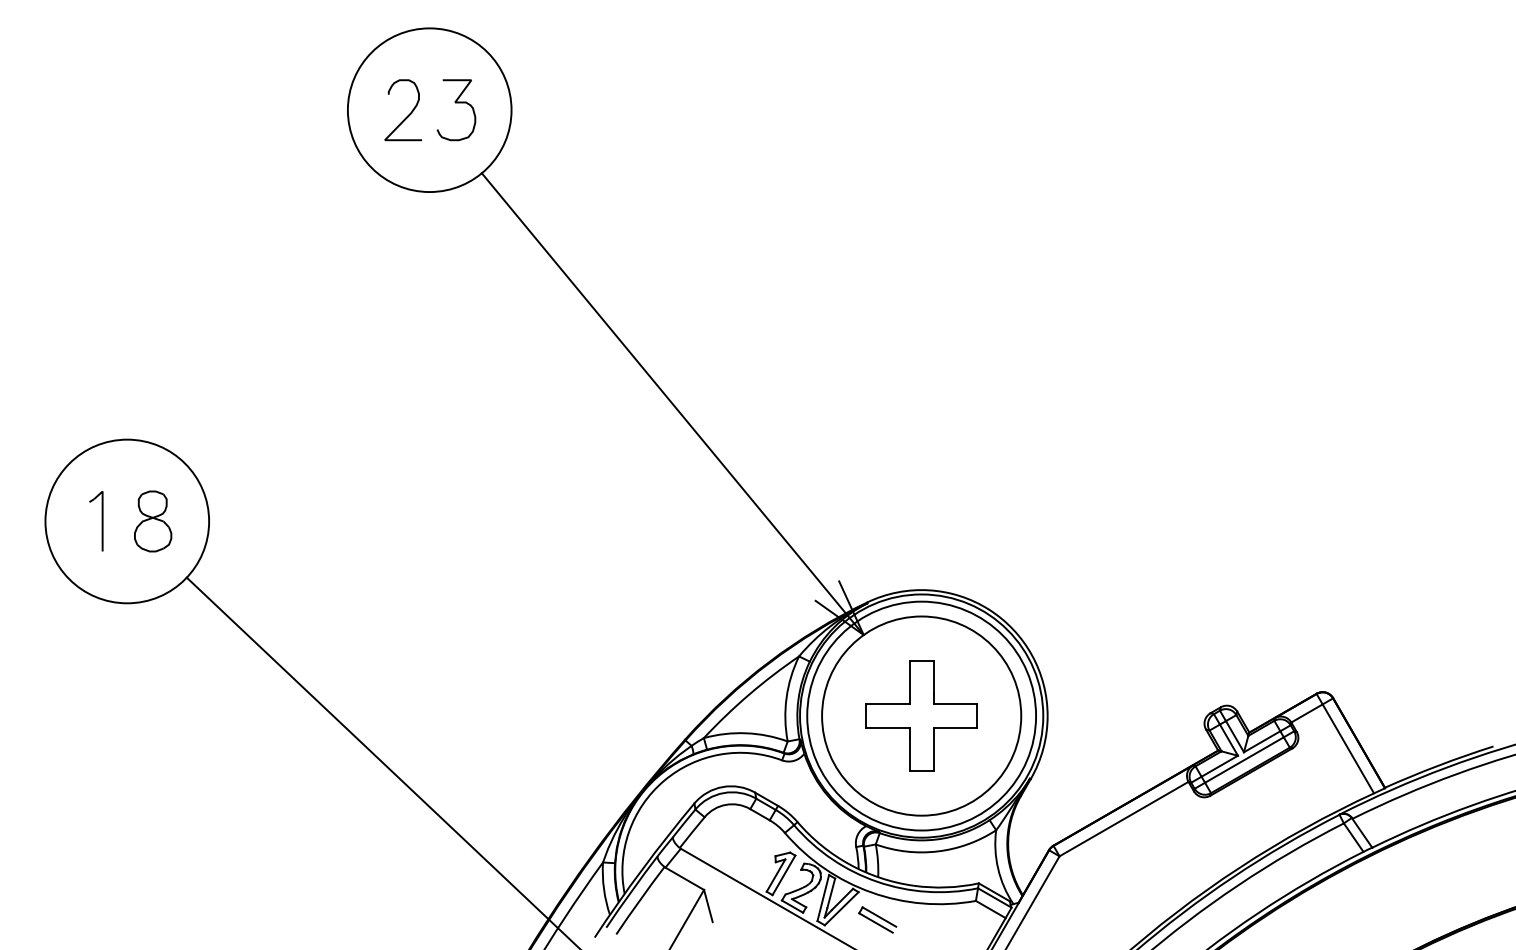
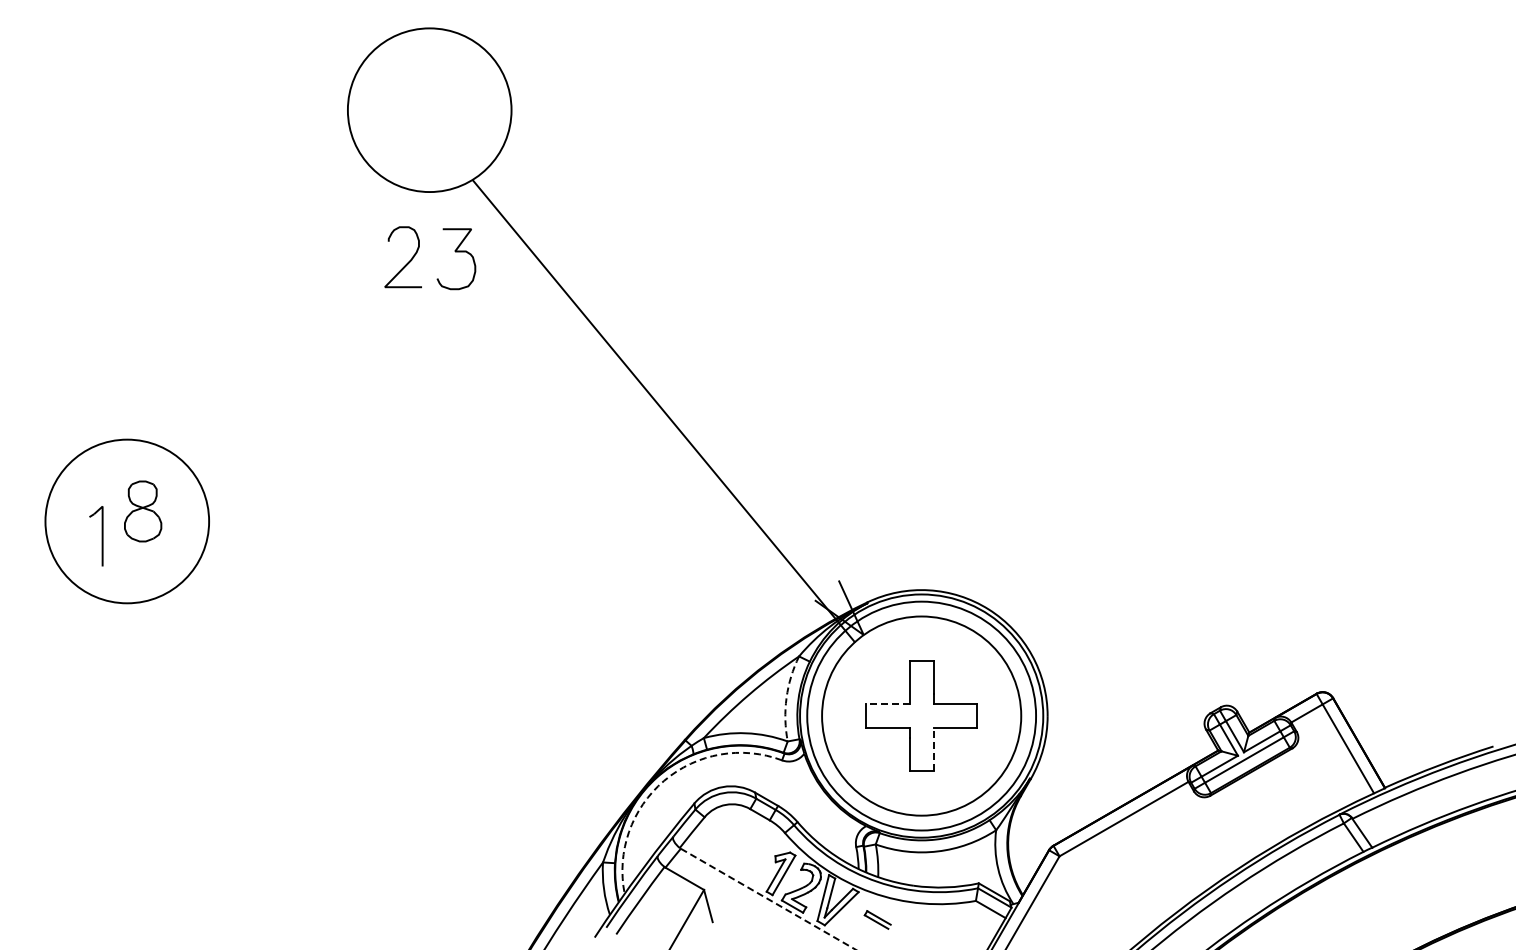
curve at (456, 103) position: (456, 103) -> (456, 252)
curve at (407, 115) position: (407, 115) -> (407, 262)
line at (672, 404) position: (672, 404) -> (663, 411)
part at (96, 521) position: (96, 521) -> (96, 536)
part at (153, 521) position: (153, 521) -> (143, 511)
arc at (786, 698): solid -> dashed
line at (888, 704): solid -> dashed
line at (933, 749): solid -> dashed
line at (381, 761): present -> none
arc at (664, 780): solid -> dashed
line at (768, 899): solid -> dashed
part at (877, 919) size: 40x28 px -> 29x20 px
